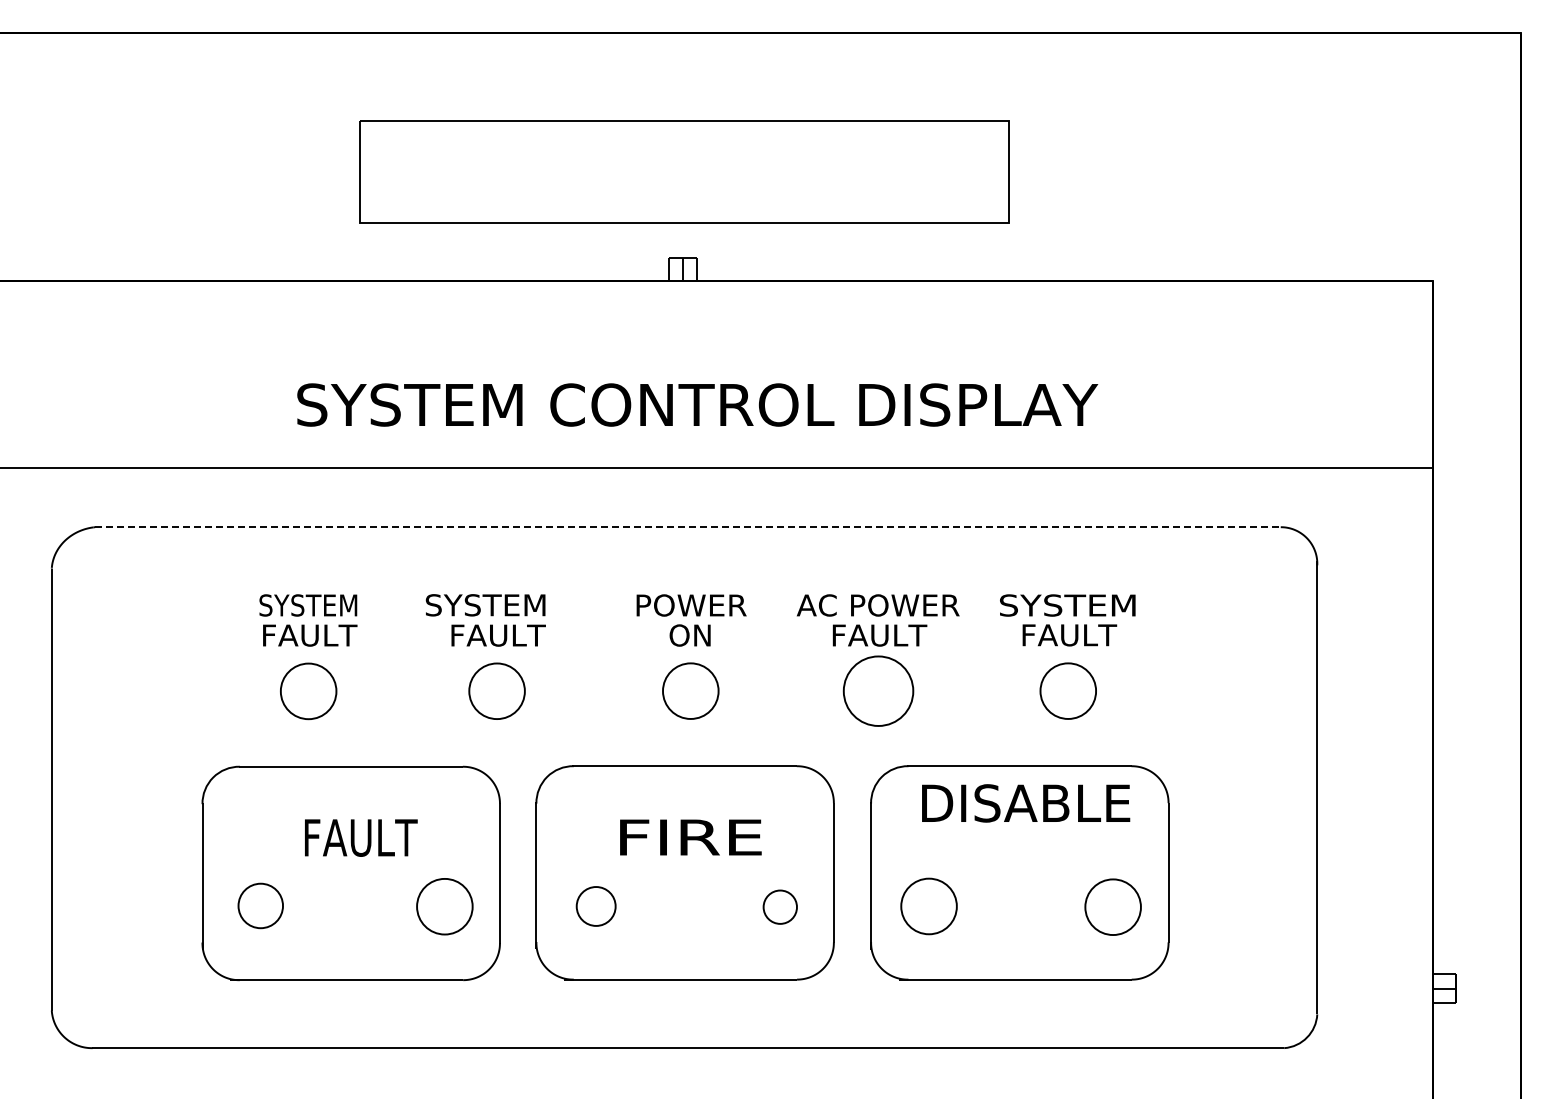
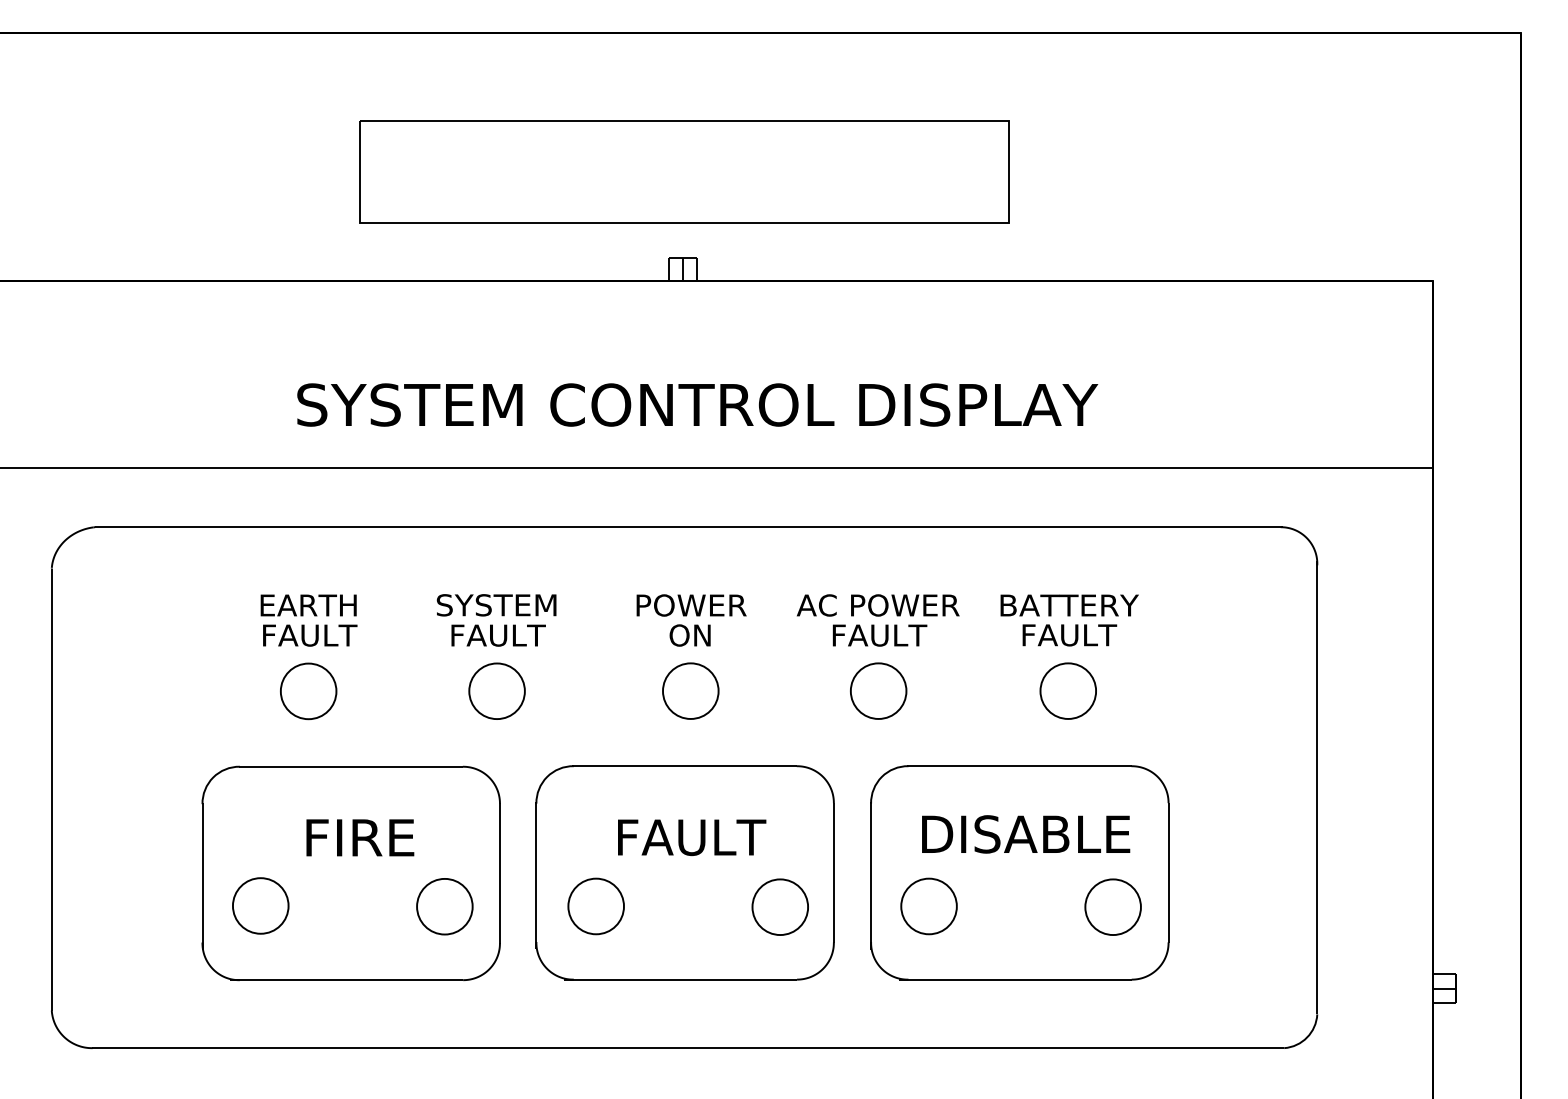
line at (688, 527): dashed -> solid
text at (308, 605): SYSTEM -> EARTH
text at (485, 605) position: (485, 605) -> (496, 605)
text at (1069, 605): SYSTEM -> BATTERY
circle at (878, 690) size: 73x72 px -> 58x58 px
text at (1026, 803) position: (1026, 803) -> (1026, 834)
text at (361, 837): FAULT -> FIRE
text at (692, 837): FIRE -> FAULT
circle at (260, 905) diameter: 44 px -> 56 px
circle at (595, 906) diameter: 39 px -> 56 px
circle at (779, 906) diameter: 33 px -> 56 px
